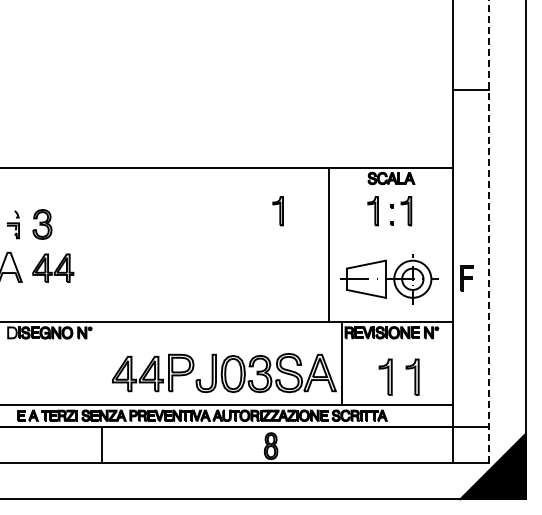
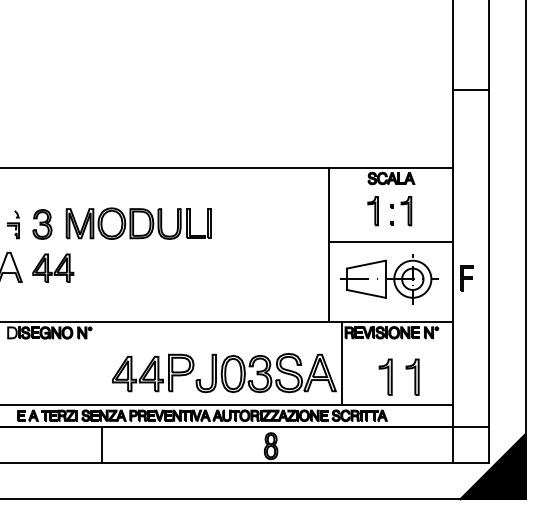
part at (277, 211): present -> none
part at (138, 223): none -> present
line at (489, 231): dashed -> solid
line at (390, 241): none -> present
